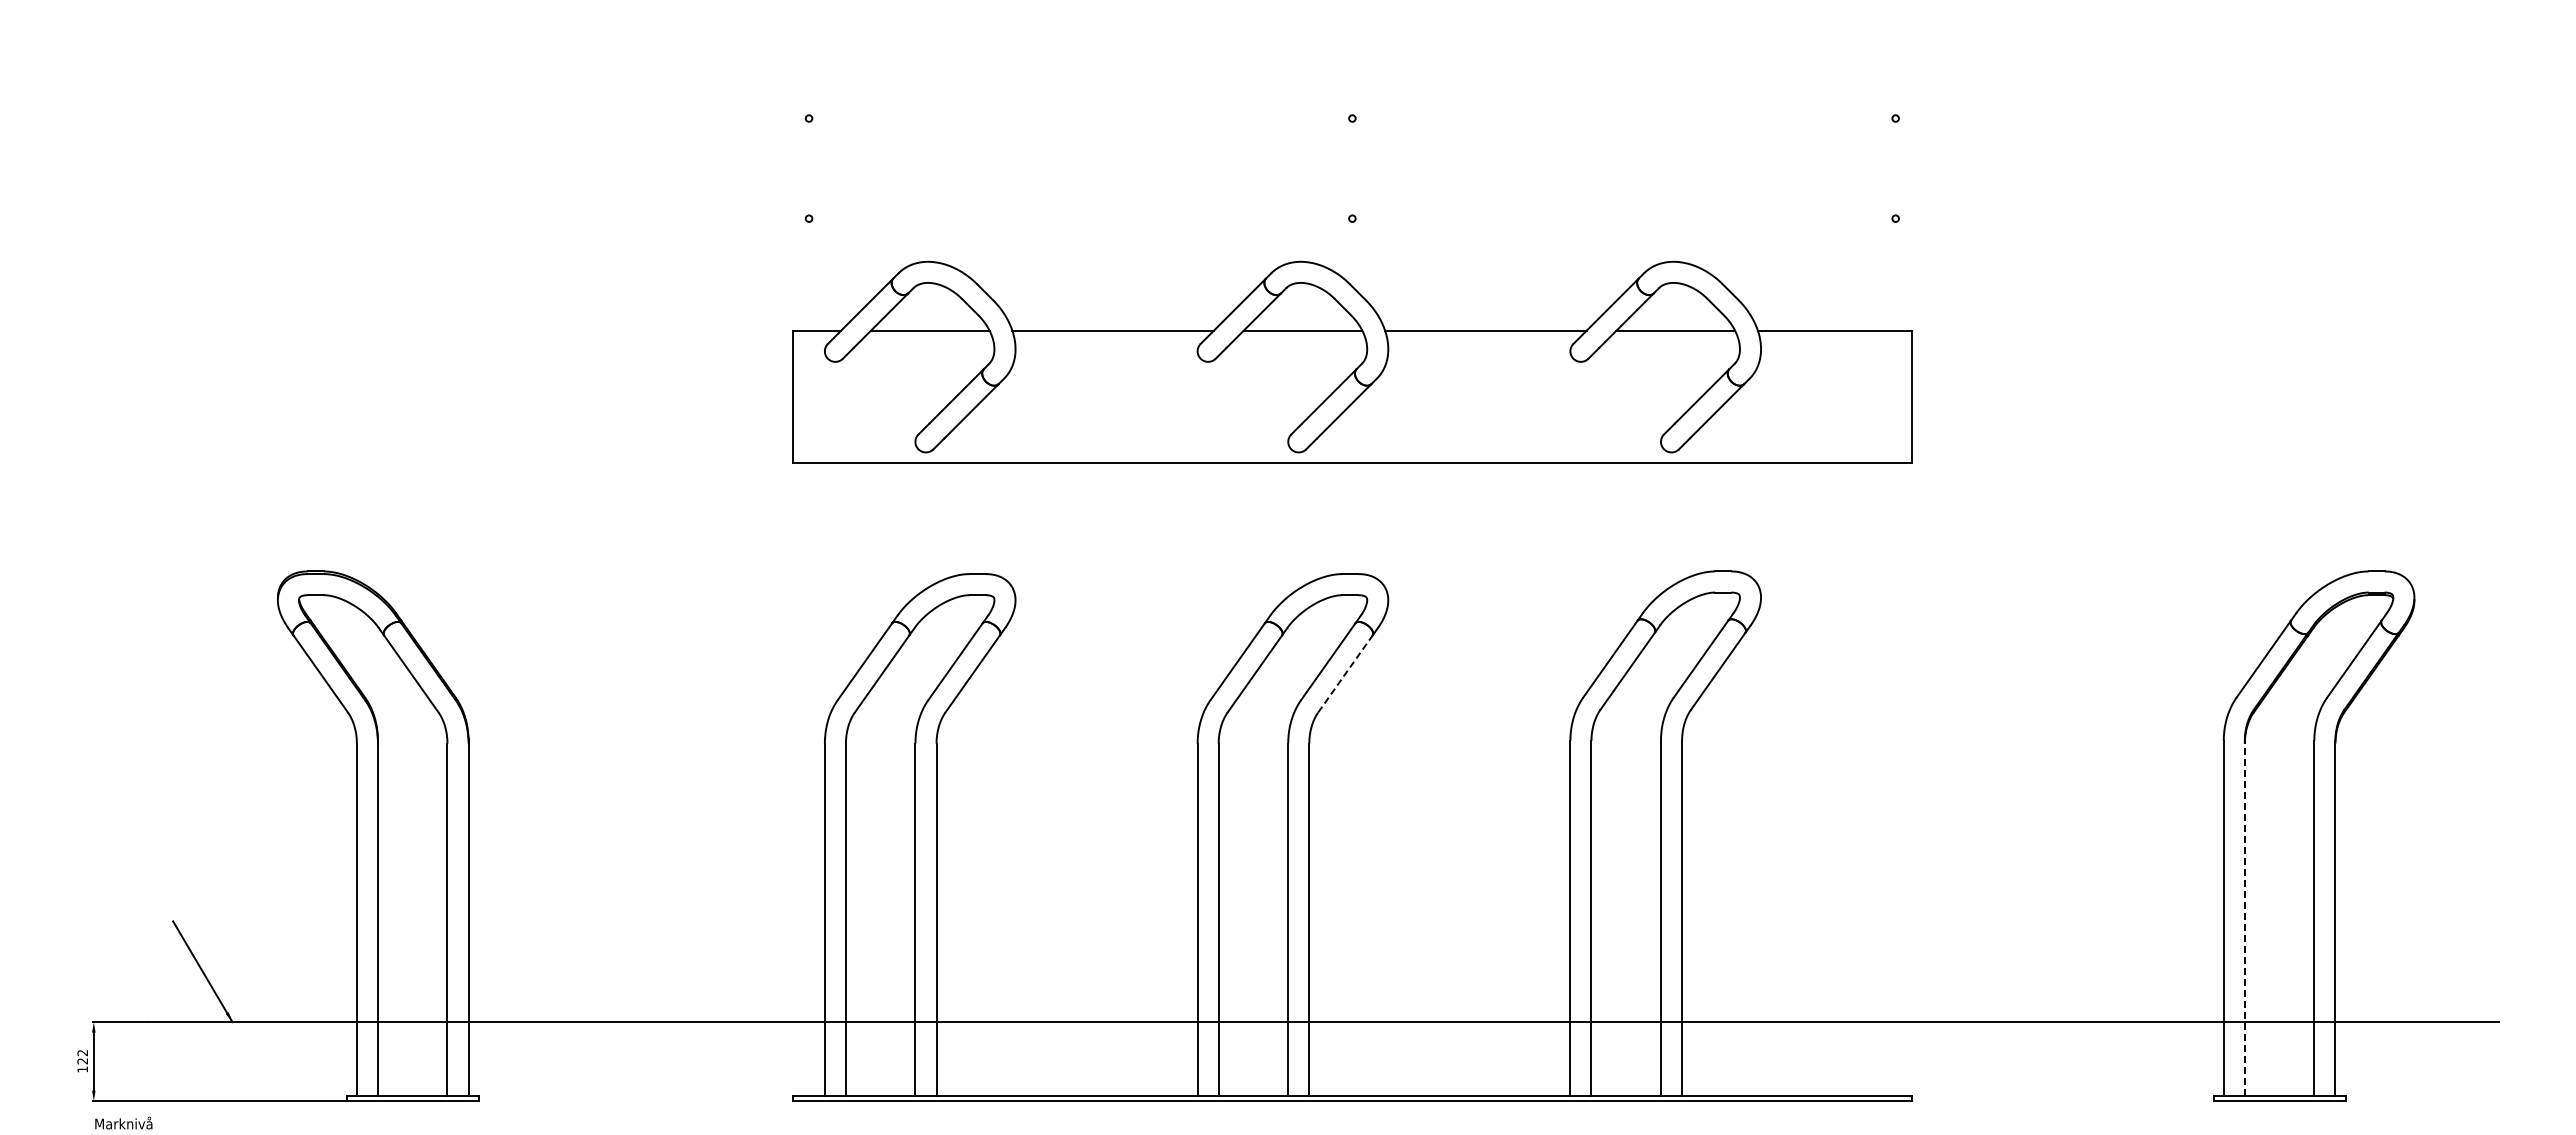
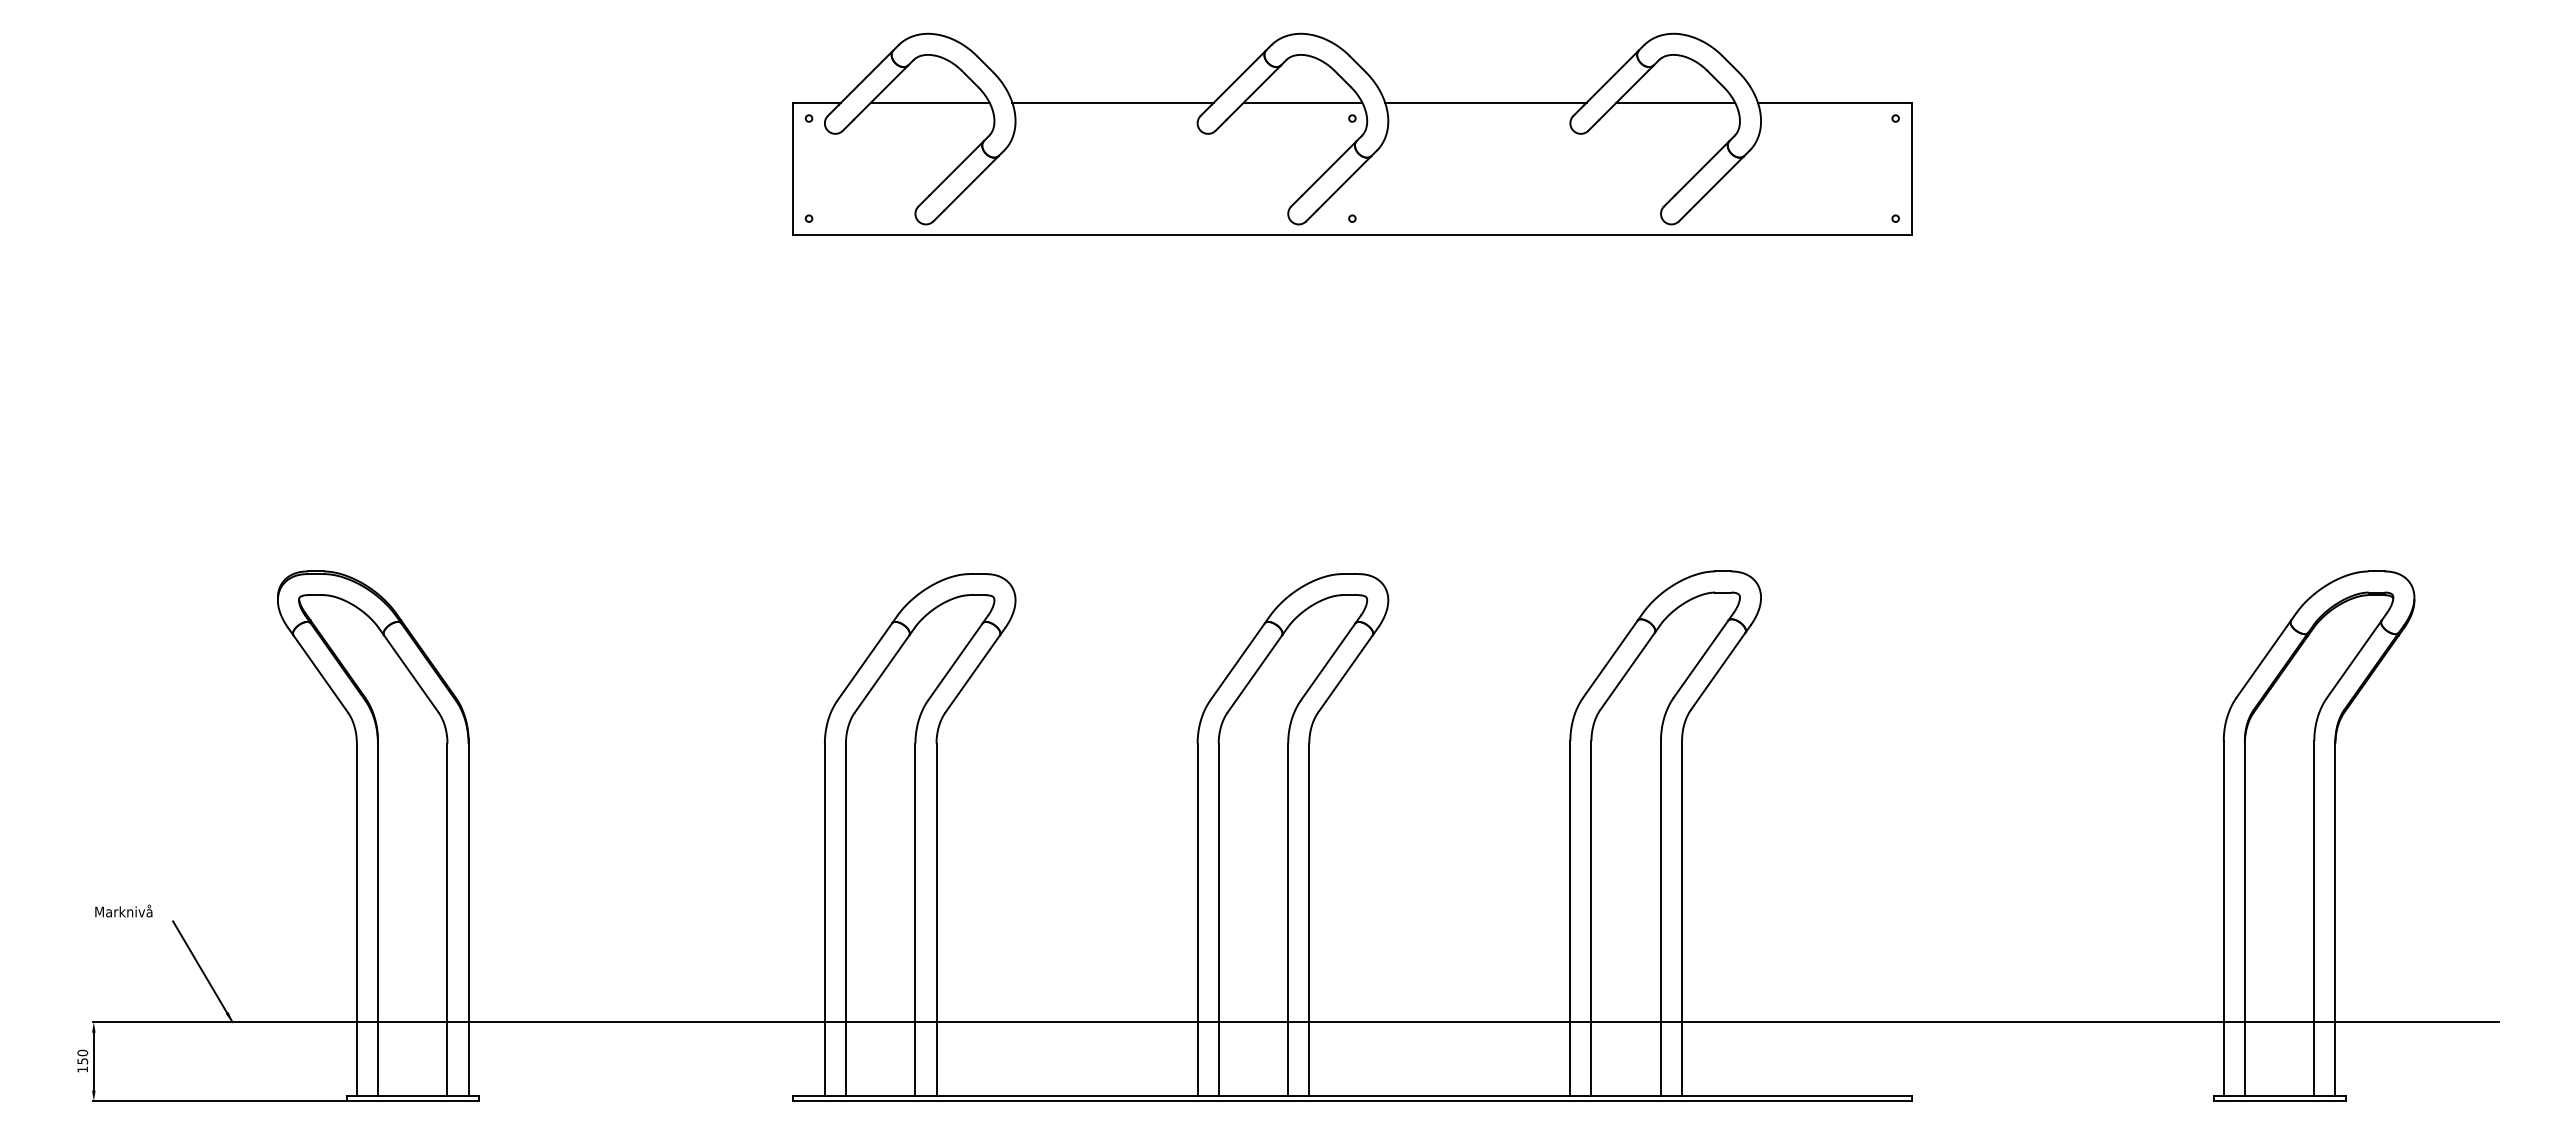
part at (1352, 361) position: (1352, 361) -> (1352, 133)
line at (1345, 673): dashed -> solid
line at (2244, 917): dashed -> solid
text at (82, 1056): 122 -> 150
text at (123, 1122) position: (123, 1122) -> (123, 910)
